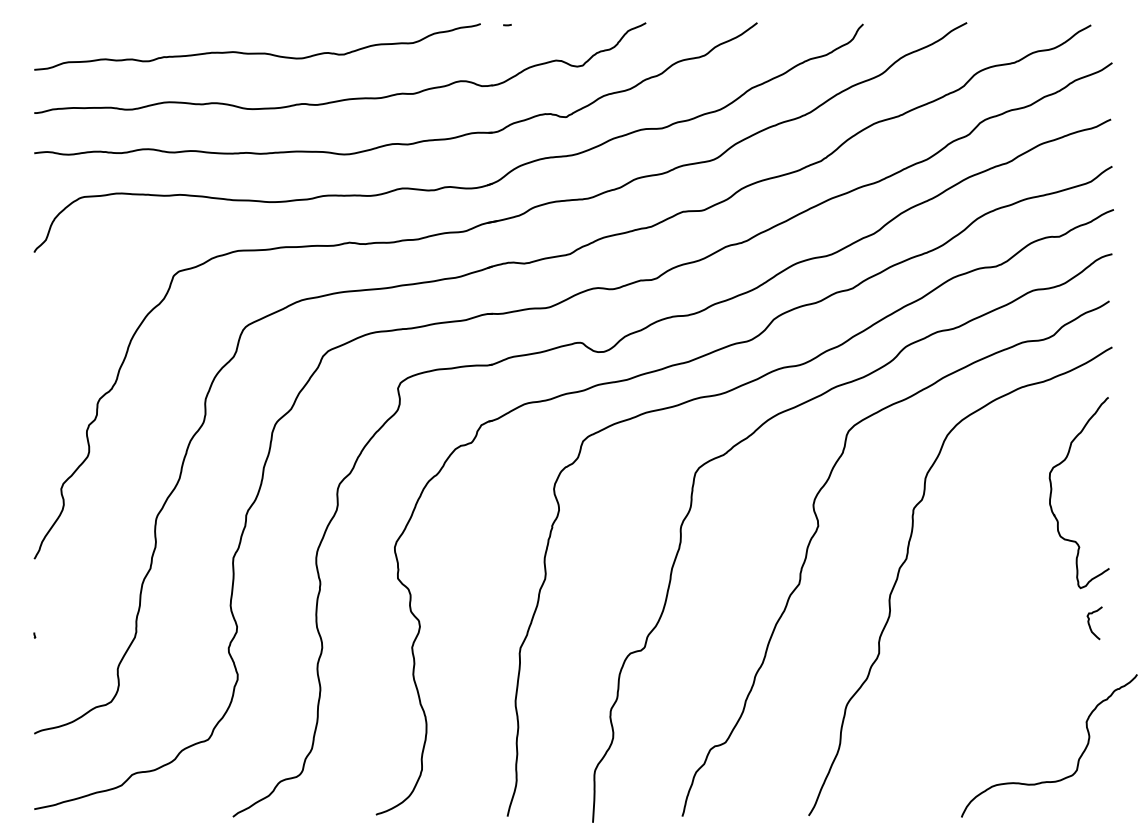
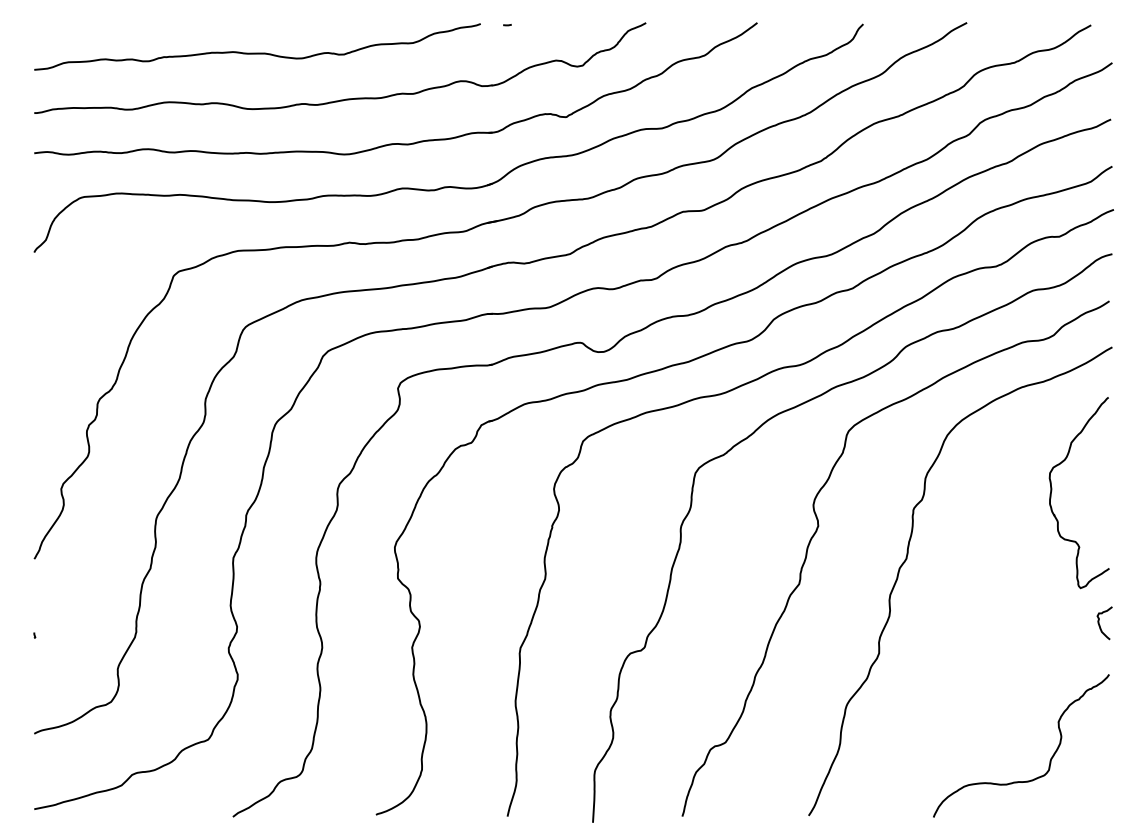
curve at (1090, 625) position: (1090, 625) -> (1100, 625)
curve at (1077, 760) position: (1077, 760) -> (1049, 760)
